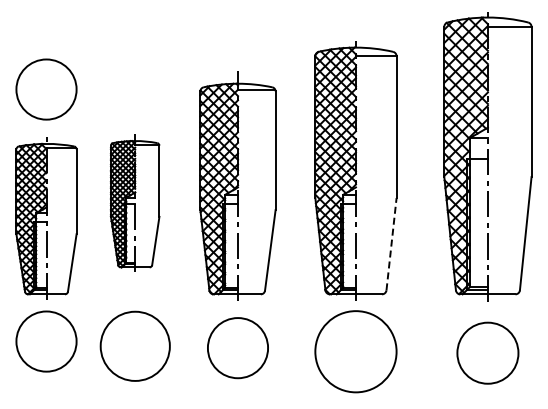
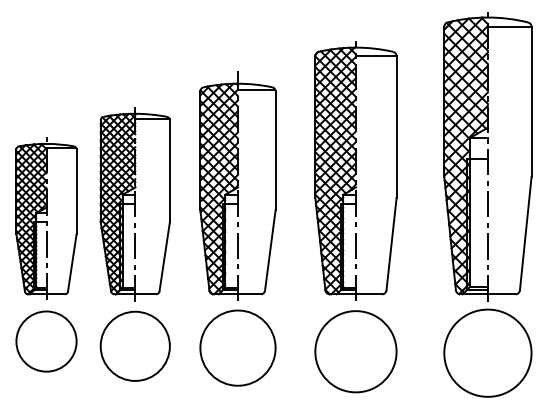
circle at (46, 89): present -> none
part at (134, 202) size: 52x138 px -> 72x195 px
line at (391, 243): dashed -> solid
circle at (237, 348) diameter: 60 px -> 75 px
circle at (487, 352) diameter: 61 px -> 87 px
